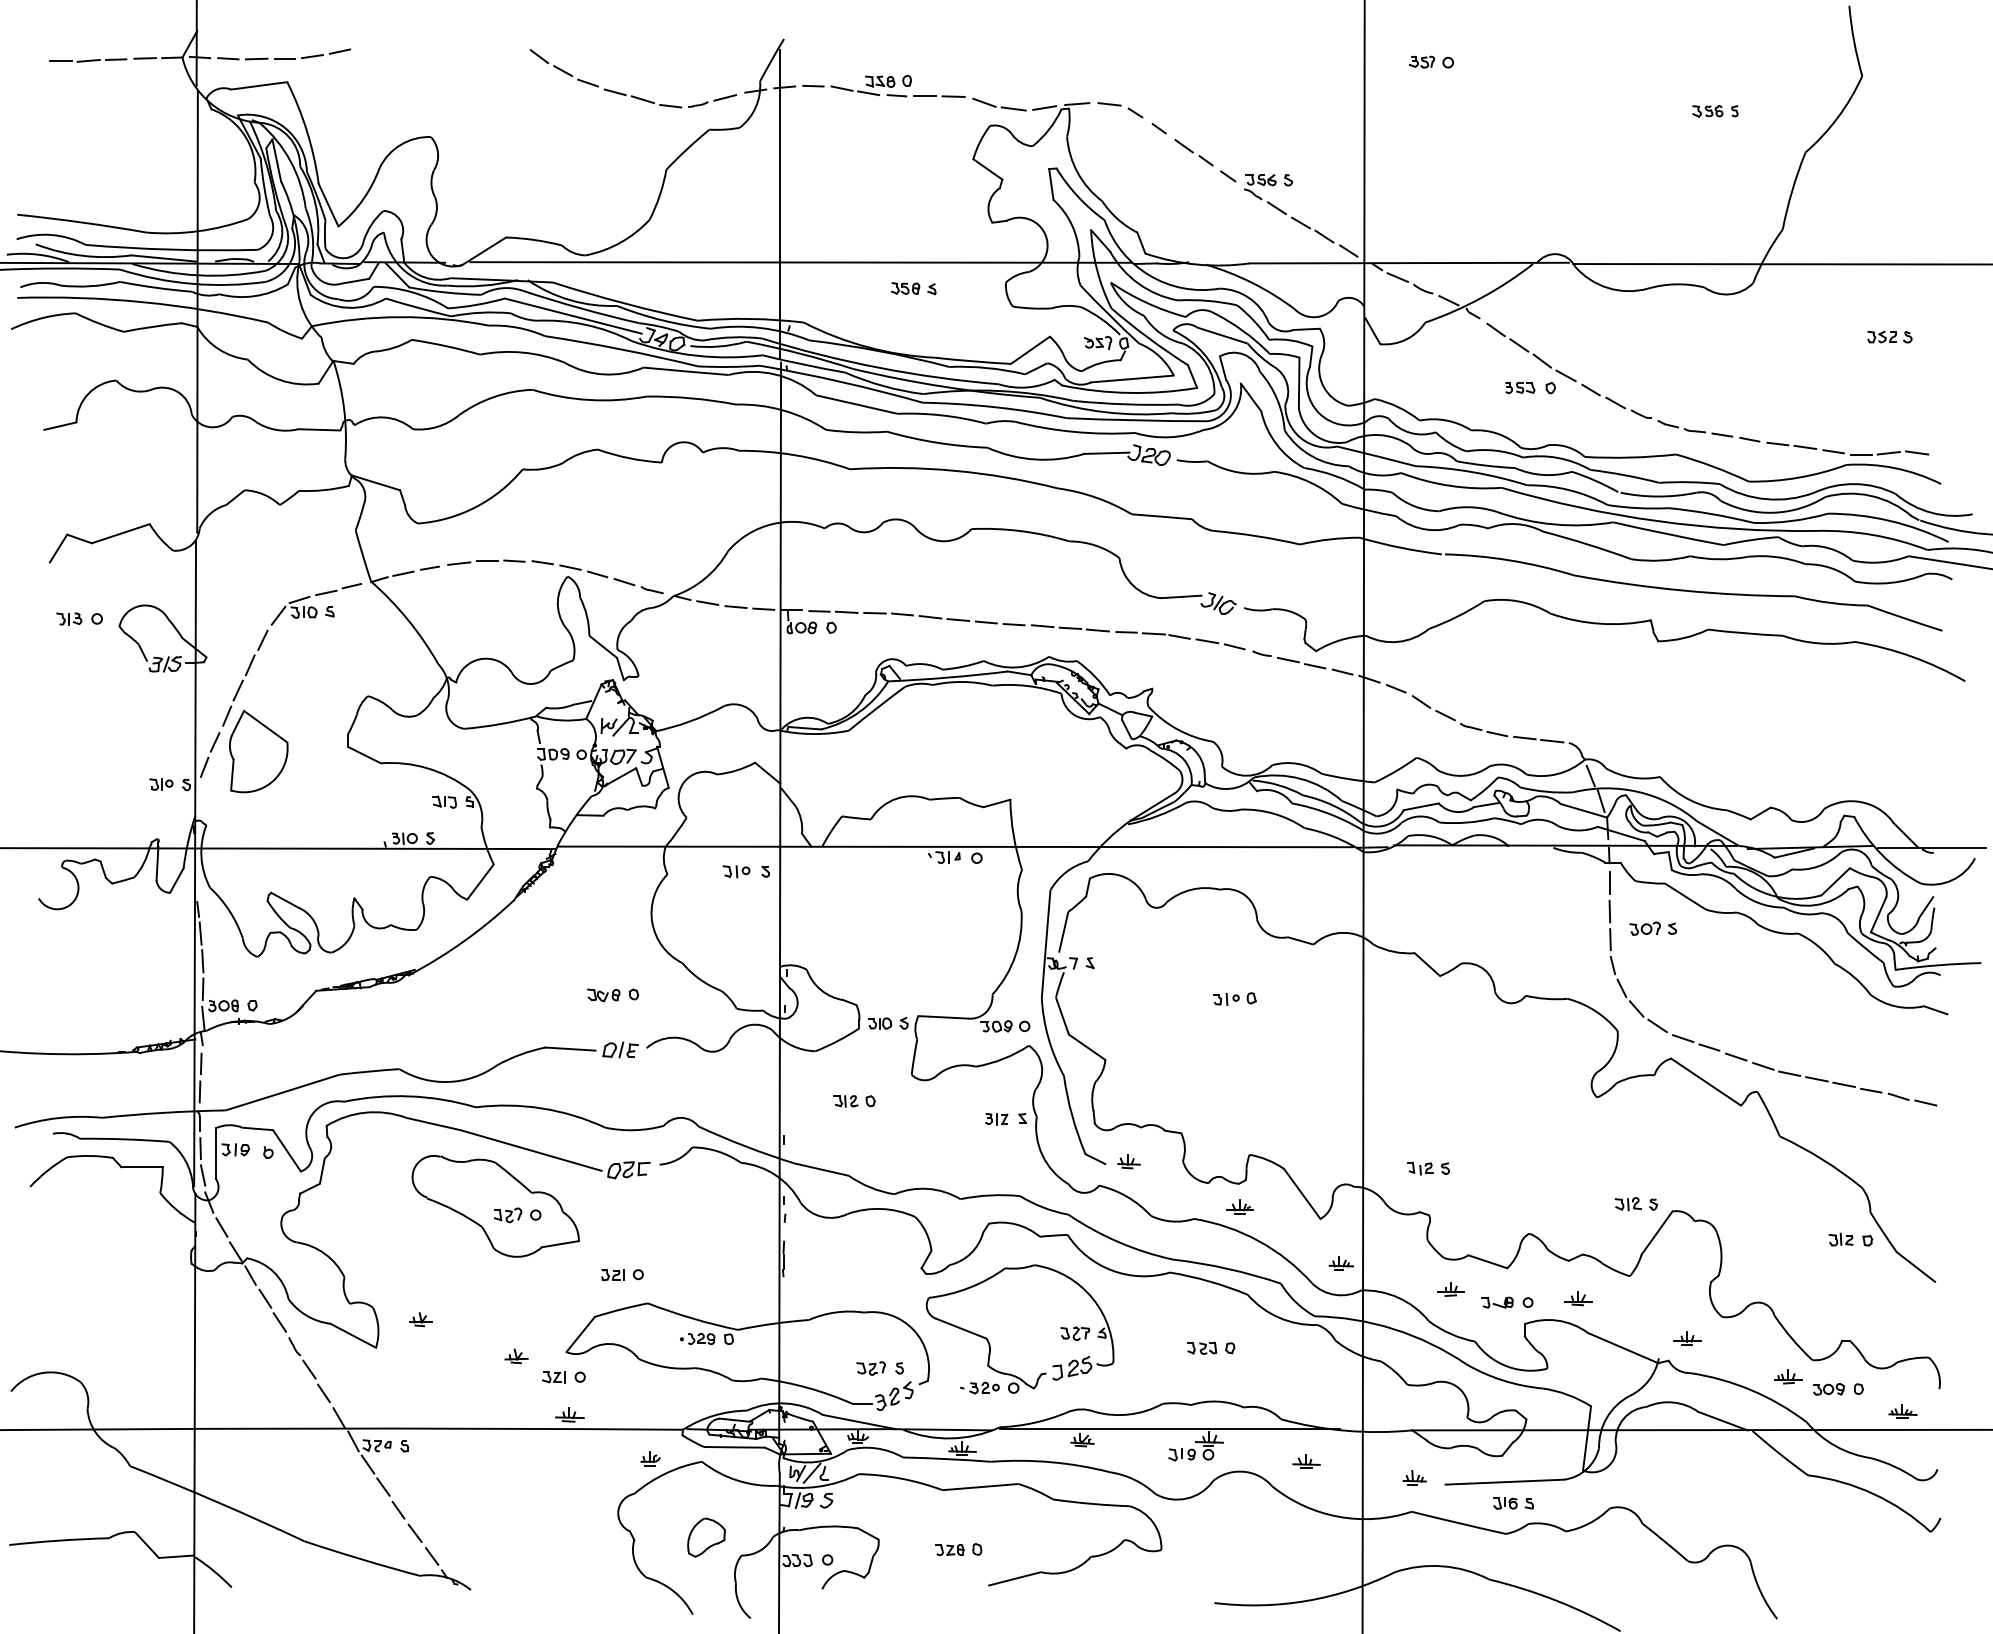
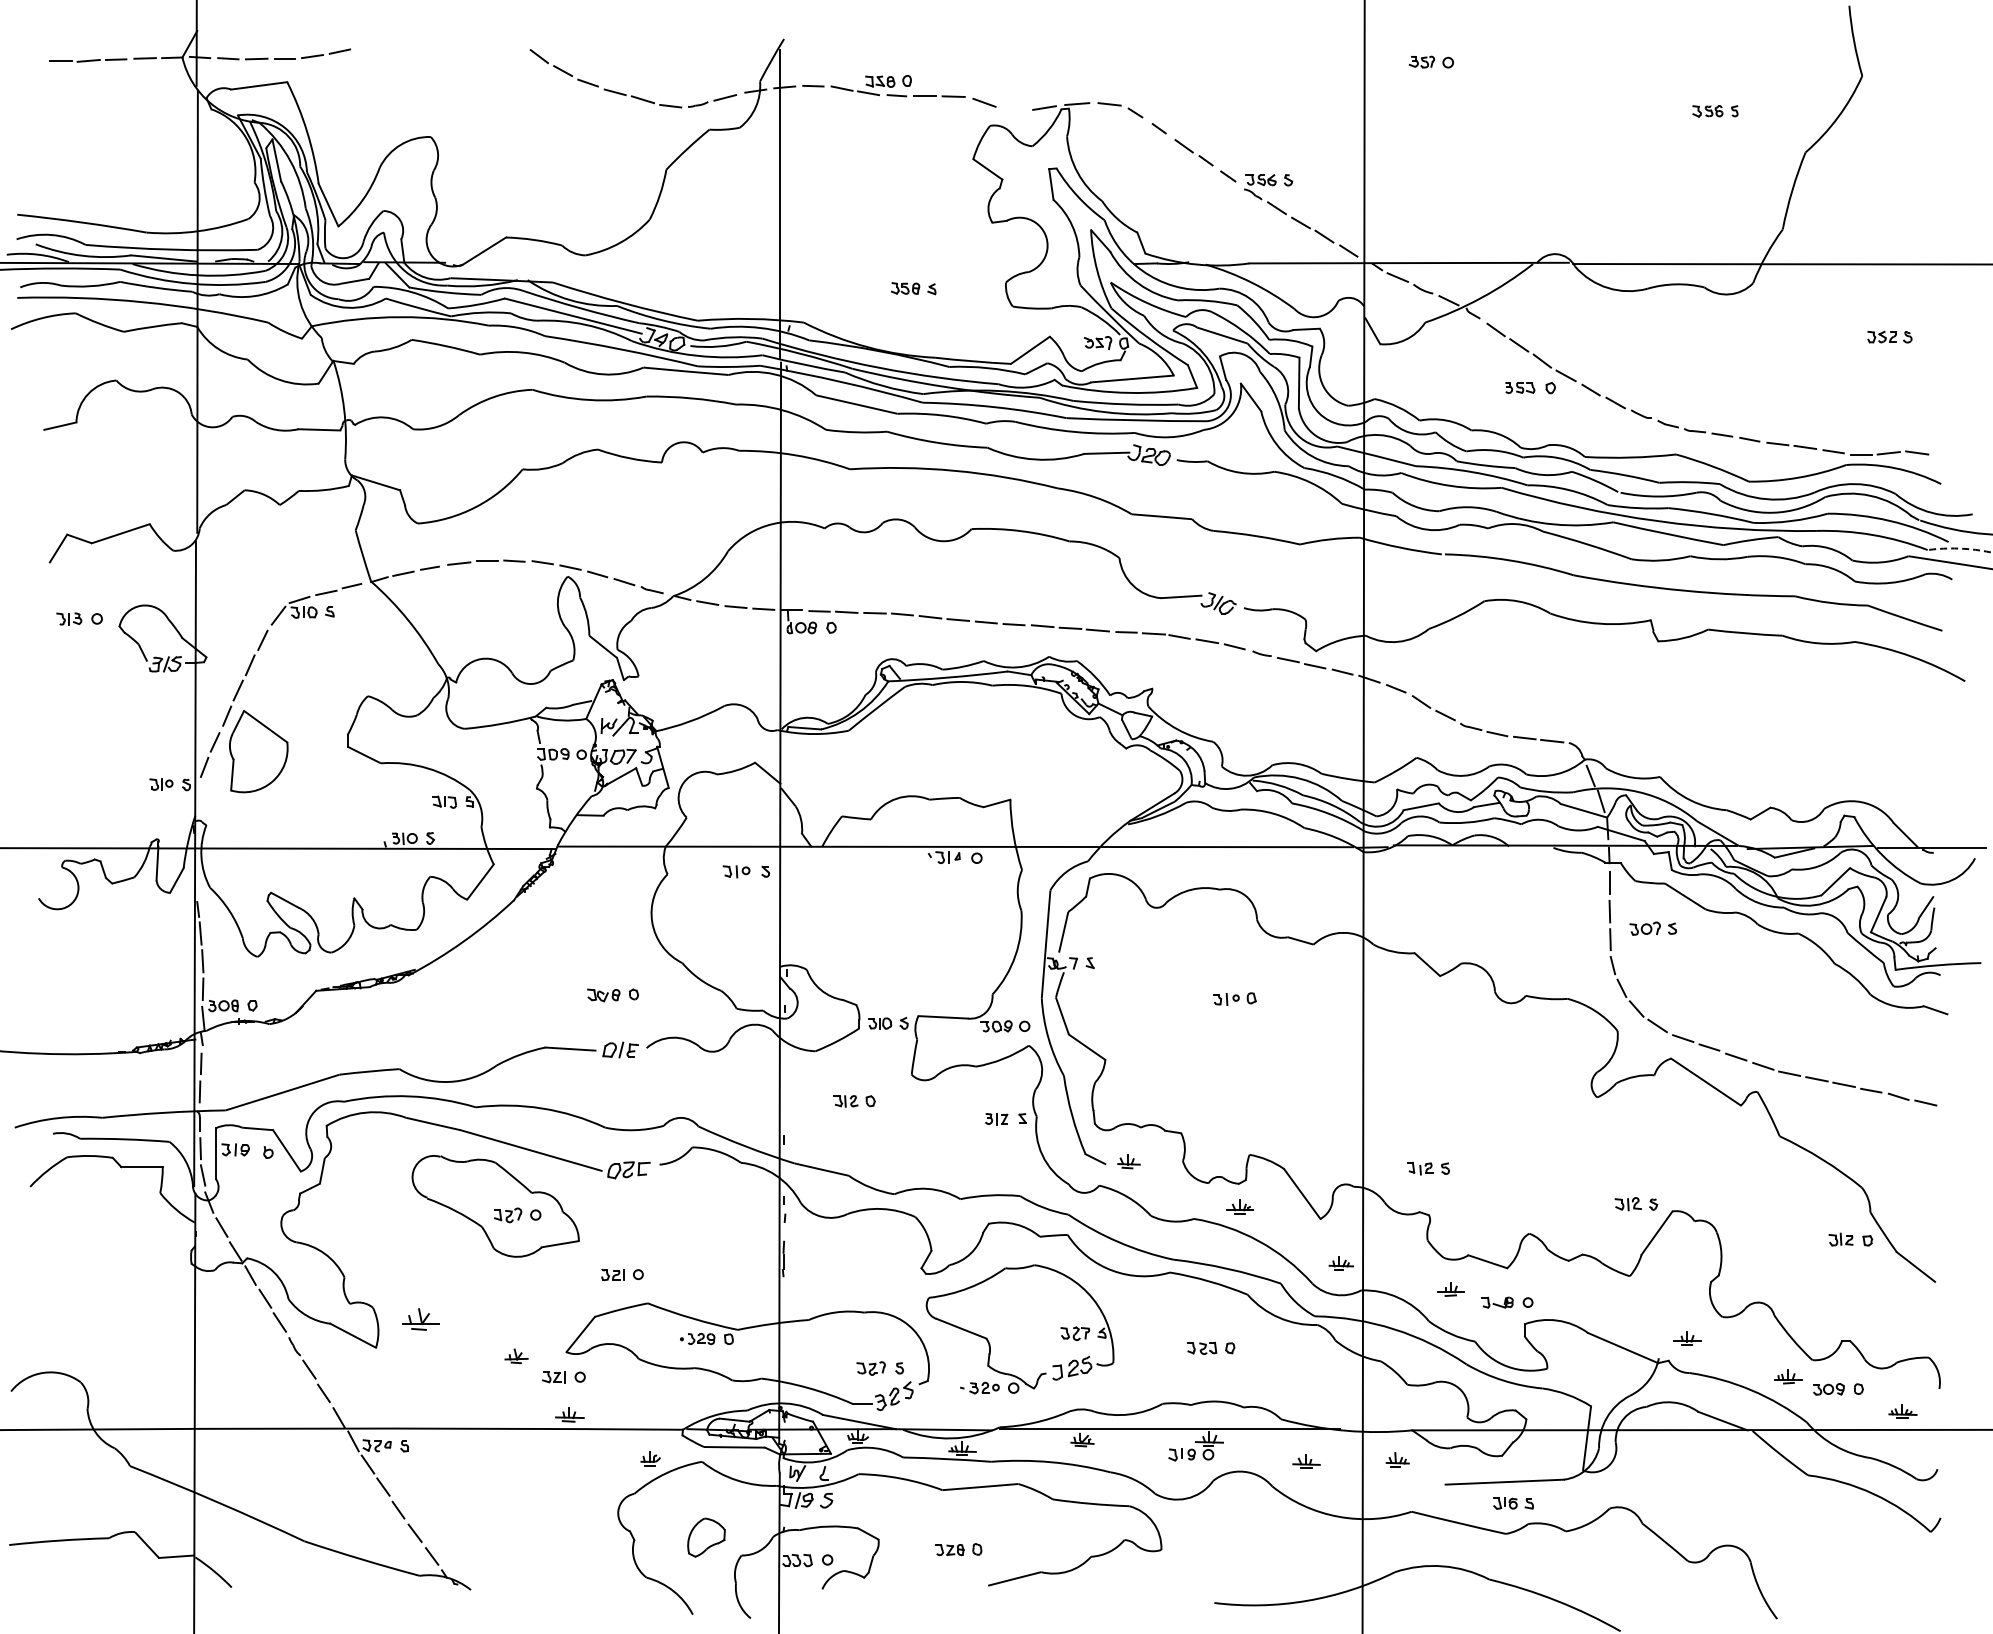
line at (1013, 108): present -> none
line at (800, 262): present -> none
arc at (1959, 548): solid -> dashed
part at (1578, 1298): present -> none
part at (420, 1319) size: 24x16 px -> 38x23 px
line at (811, 1472): present -> none
part at (1414, 1477) position: (1414, 1477) -> (1397, 1459)
